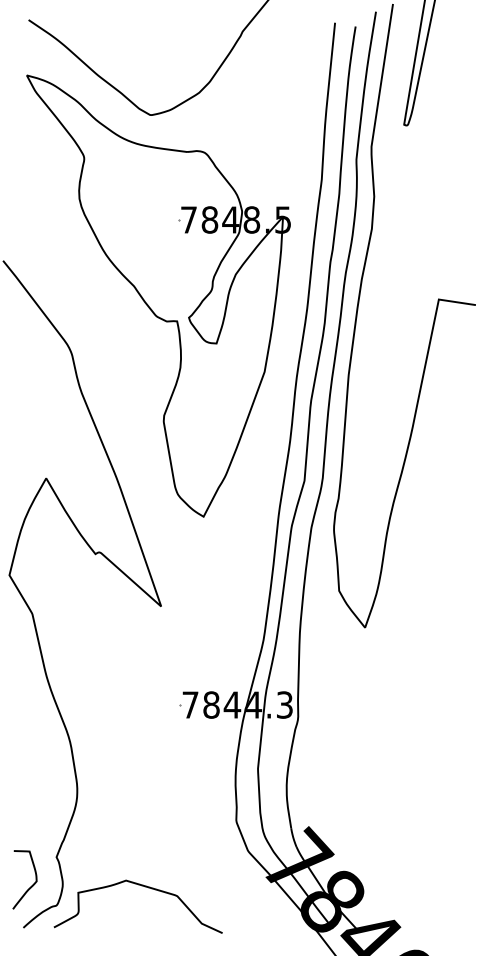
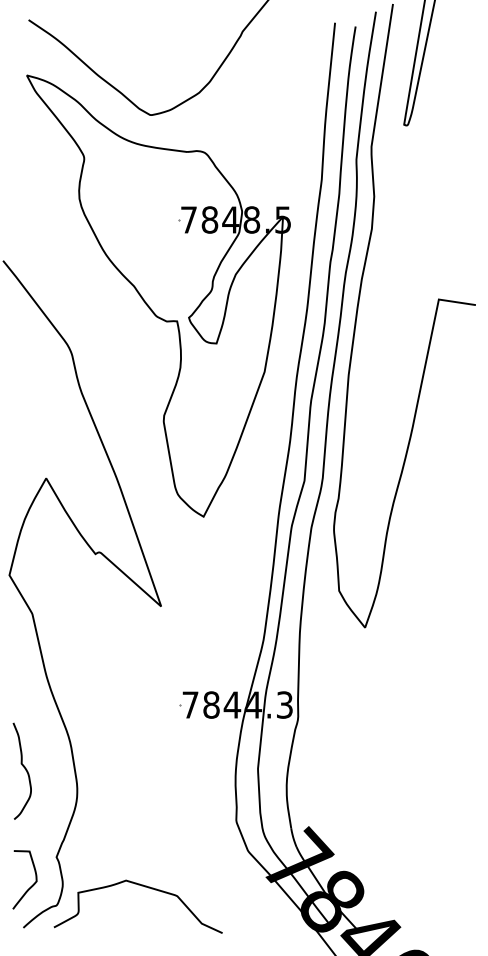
curve at (23, 767): none -> present
